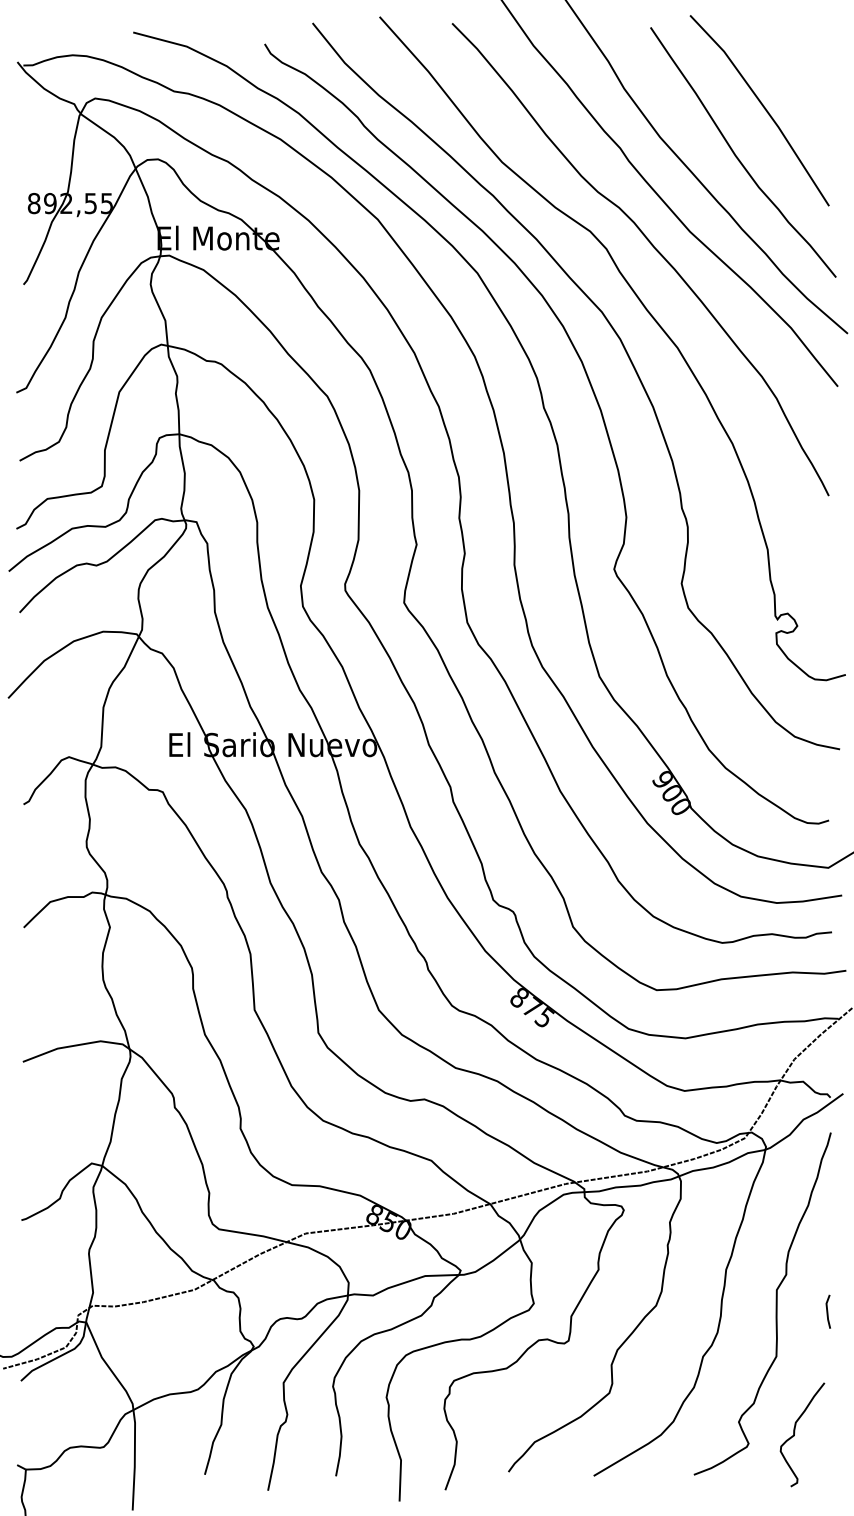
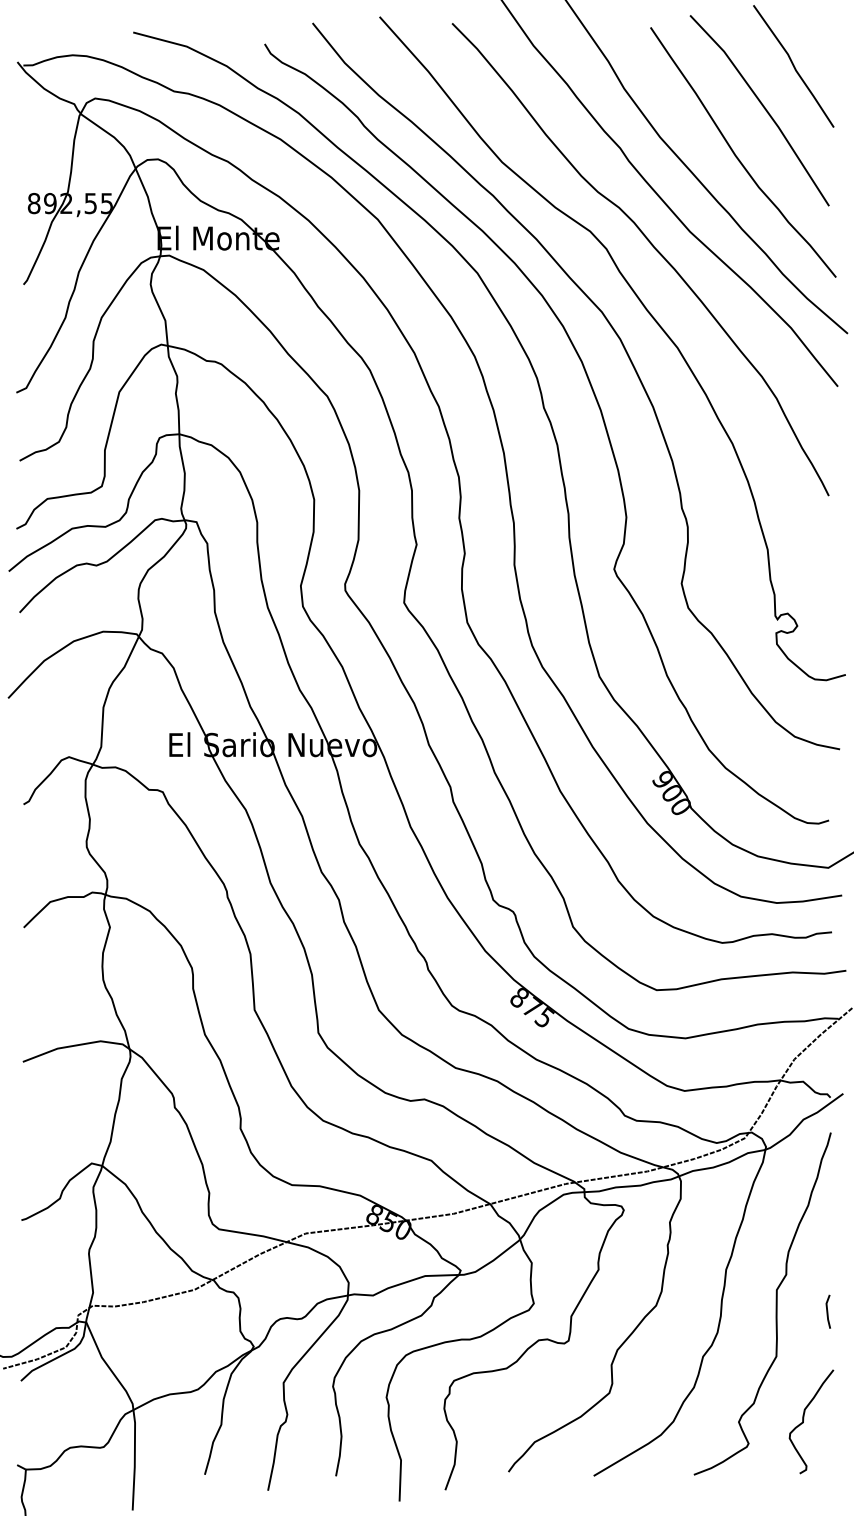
line at (793, 66): none -> present
curve at (795, 1432) position: (795, 1432) -> (804, 1419)
